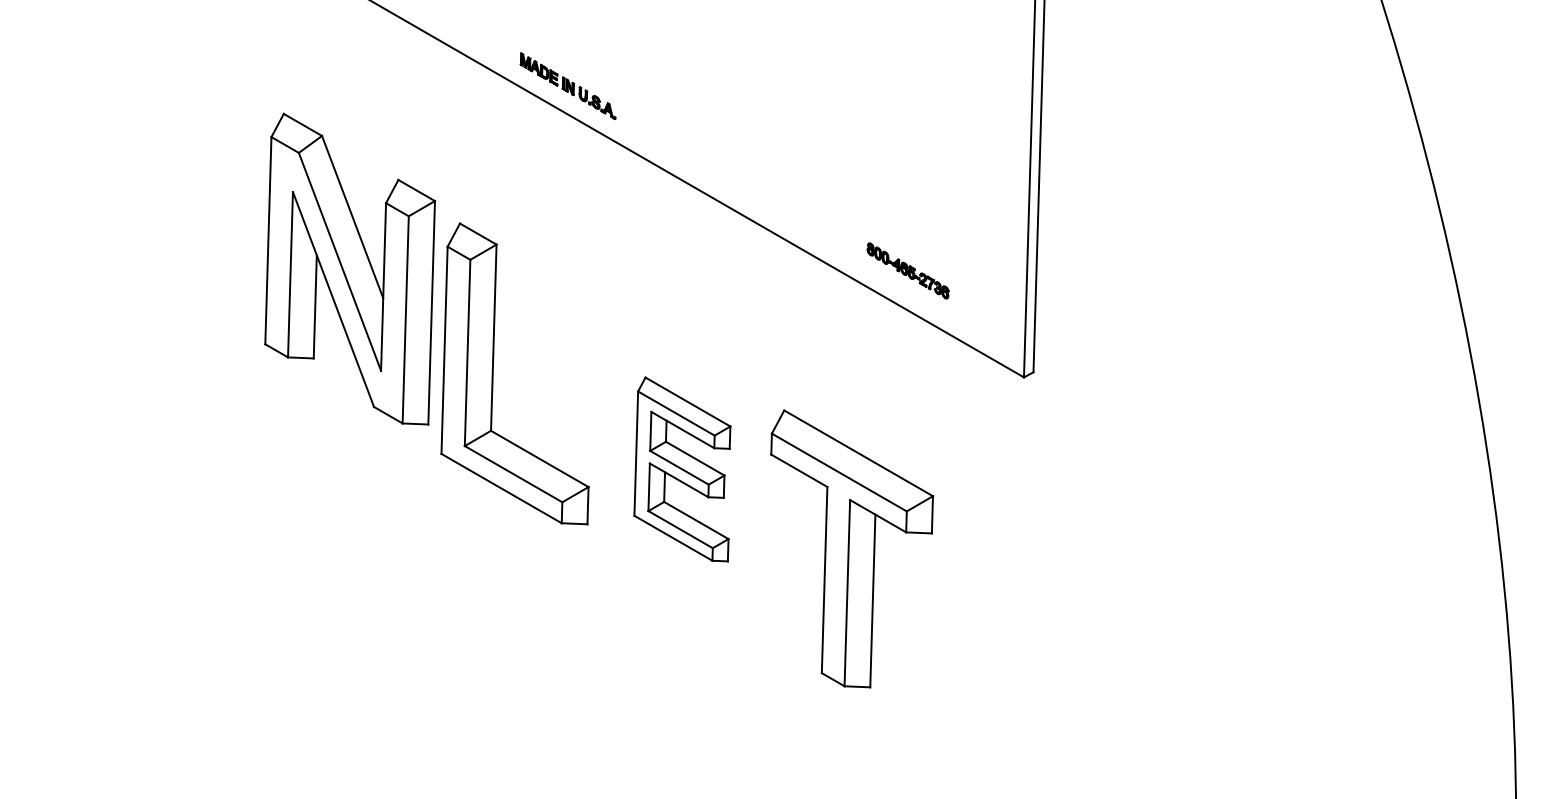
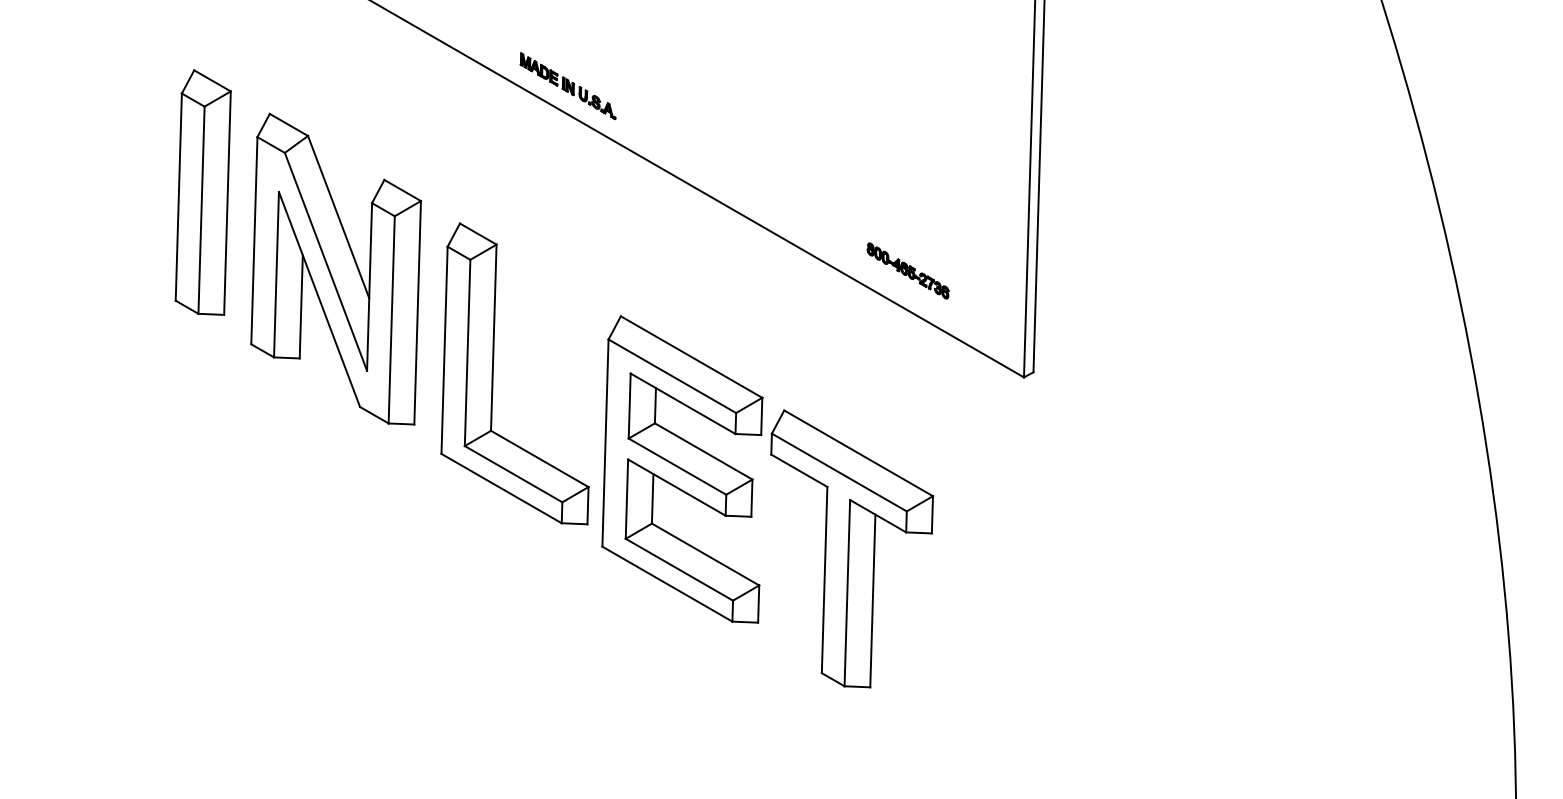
part at (202, 192): none -> present
part at (349, 268) position: (349, 268) -> (335, 268)
part at (682, 469) size: 99x187 px -> 163x309 px
